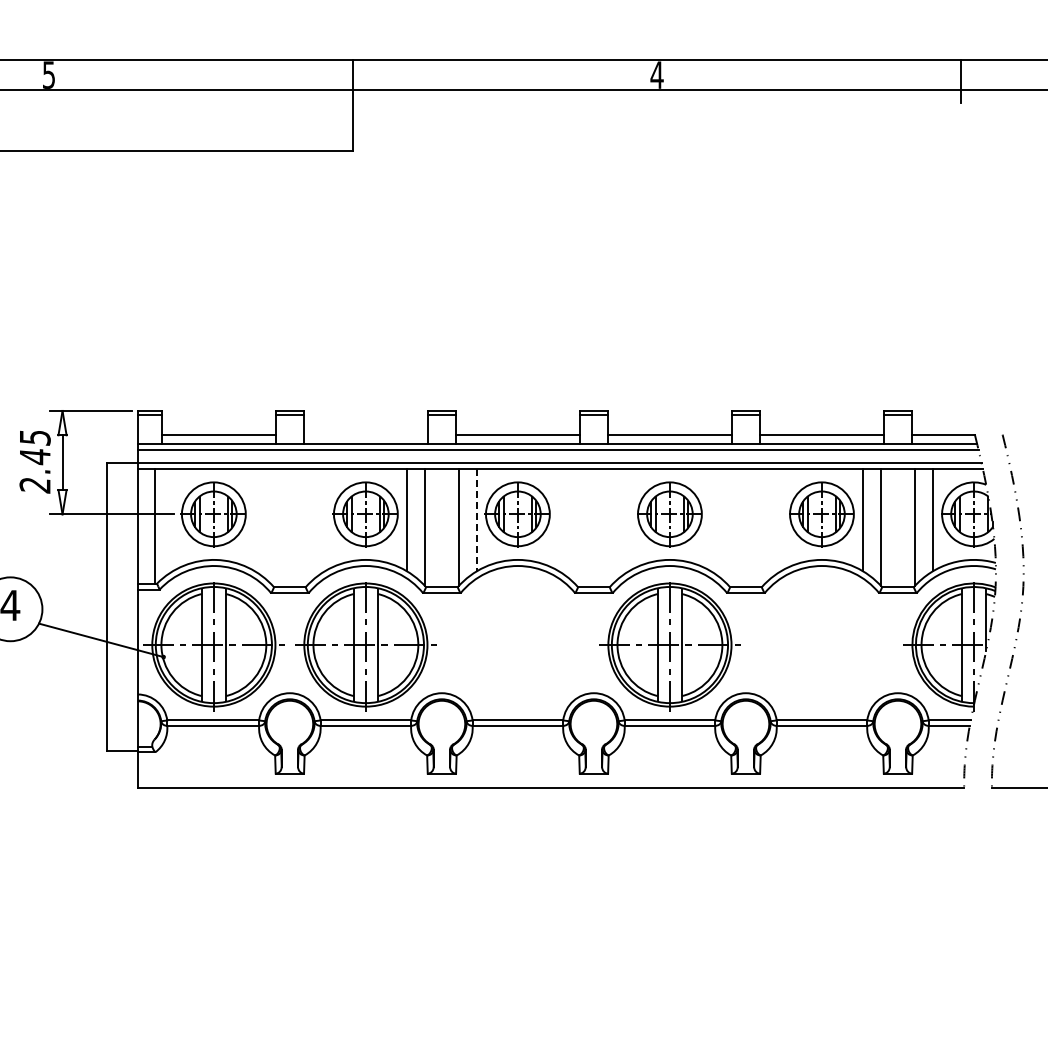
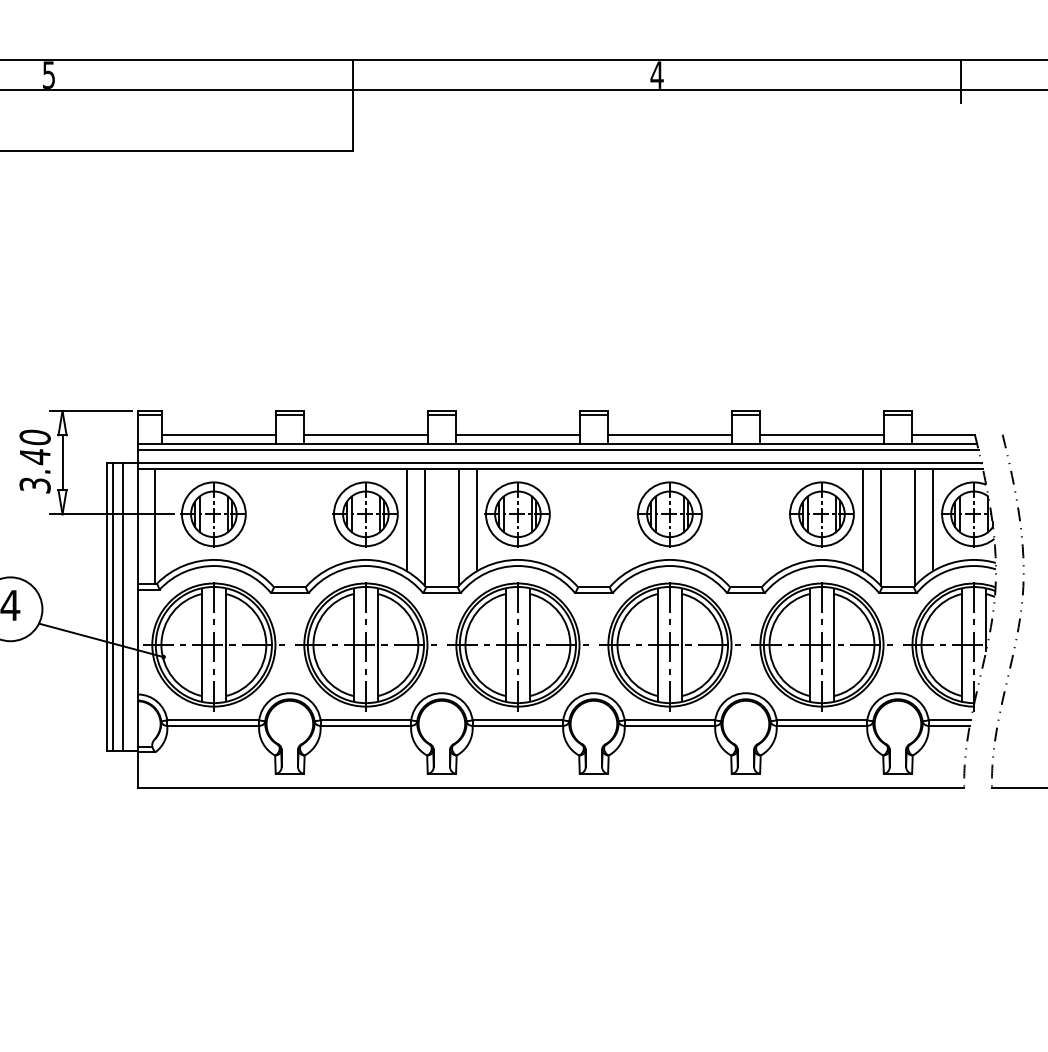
line at (365, 434): none -> present
text at (34, 461): 2.45 -> 3.40
line at (476, 520): dashed -> solid
line at (113, 606): none -> present
line at (122, 606): none -> present
part at (517, 646): none -> present
part at (821, 646): none -> present
